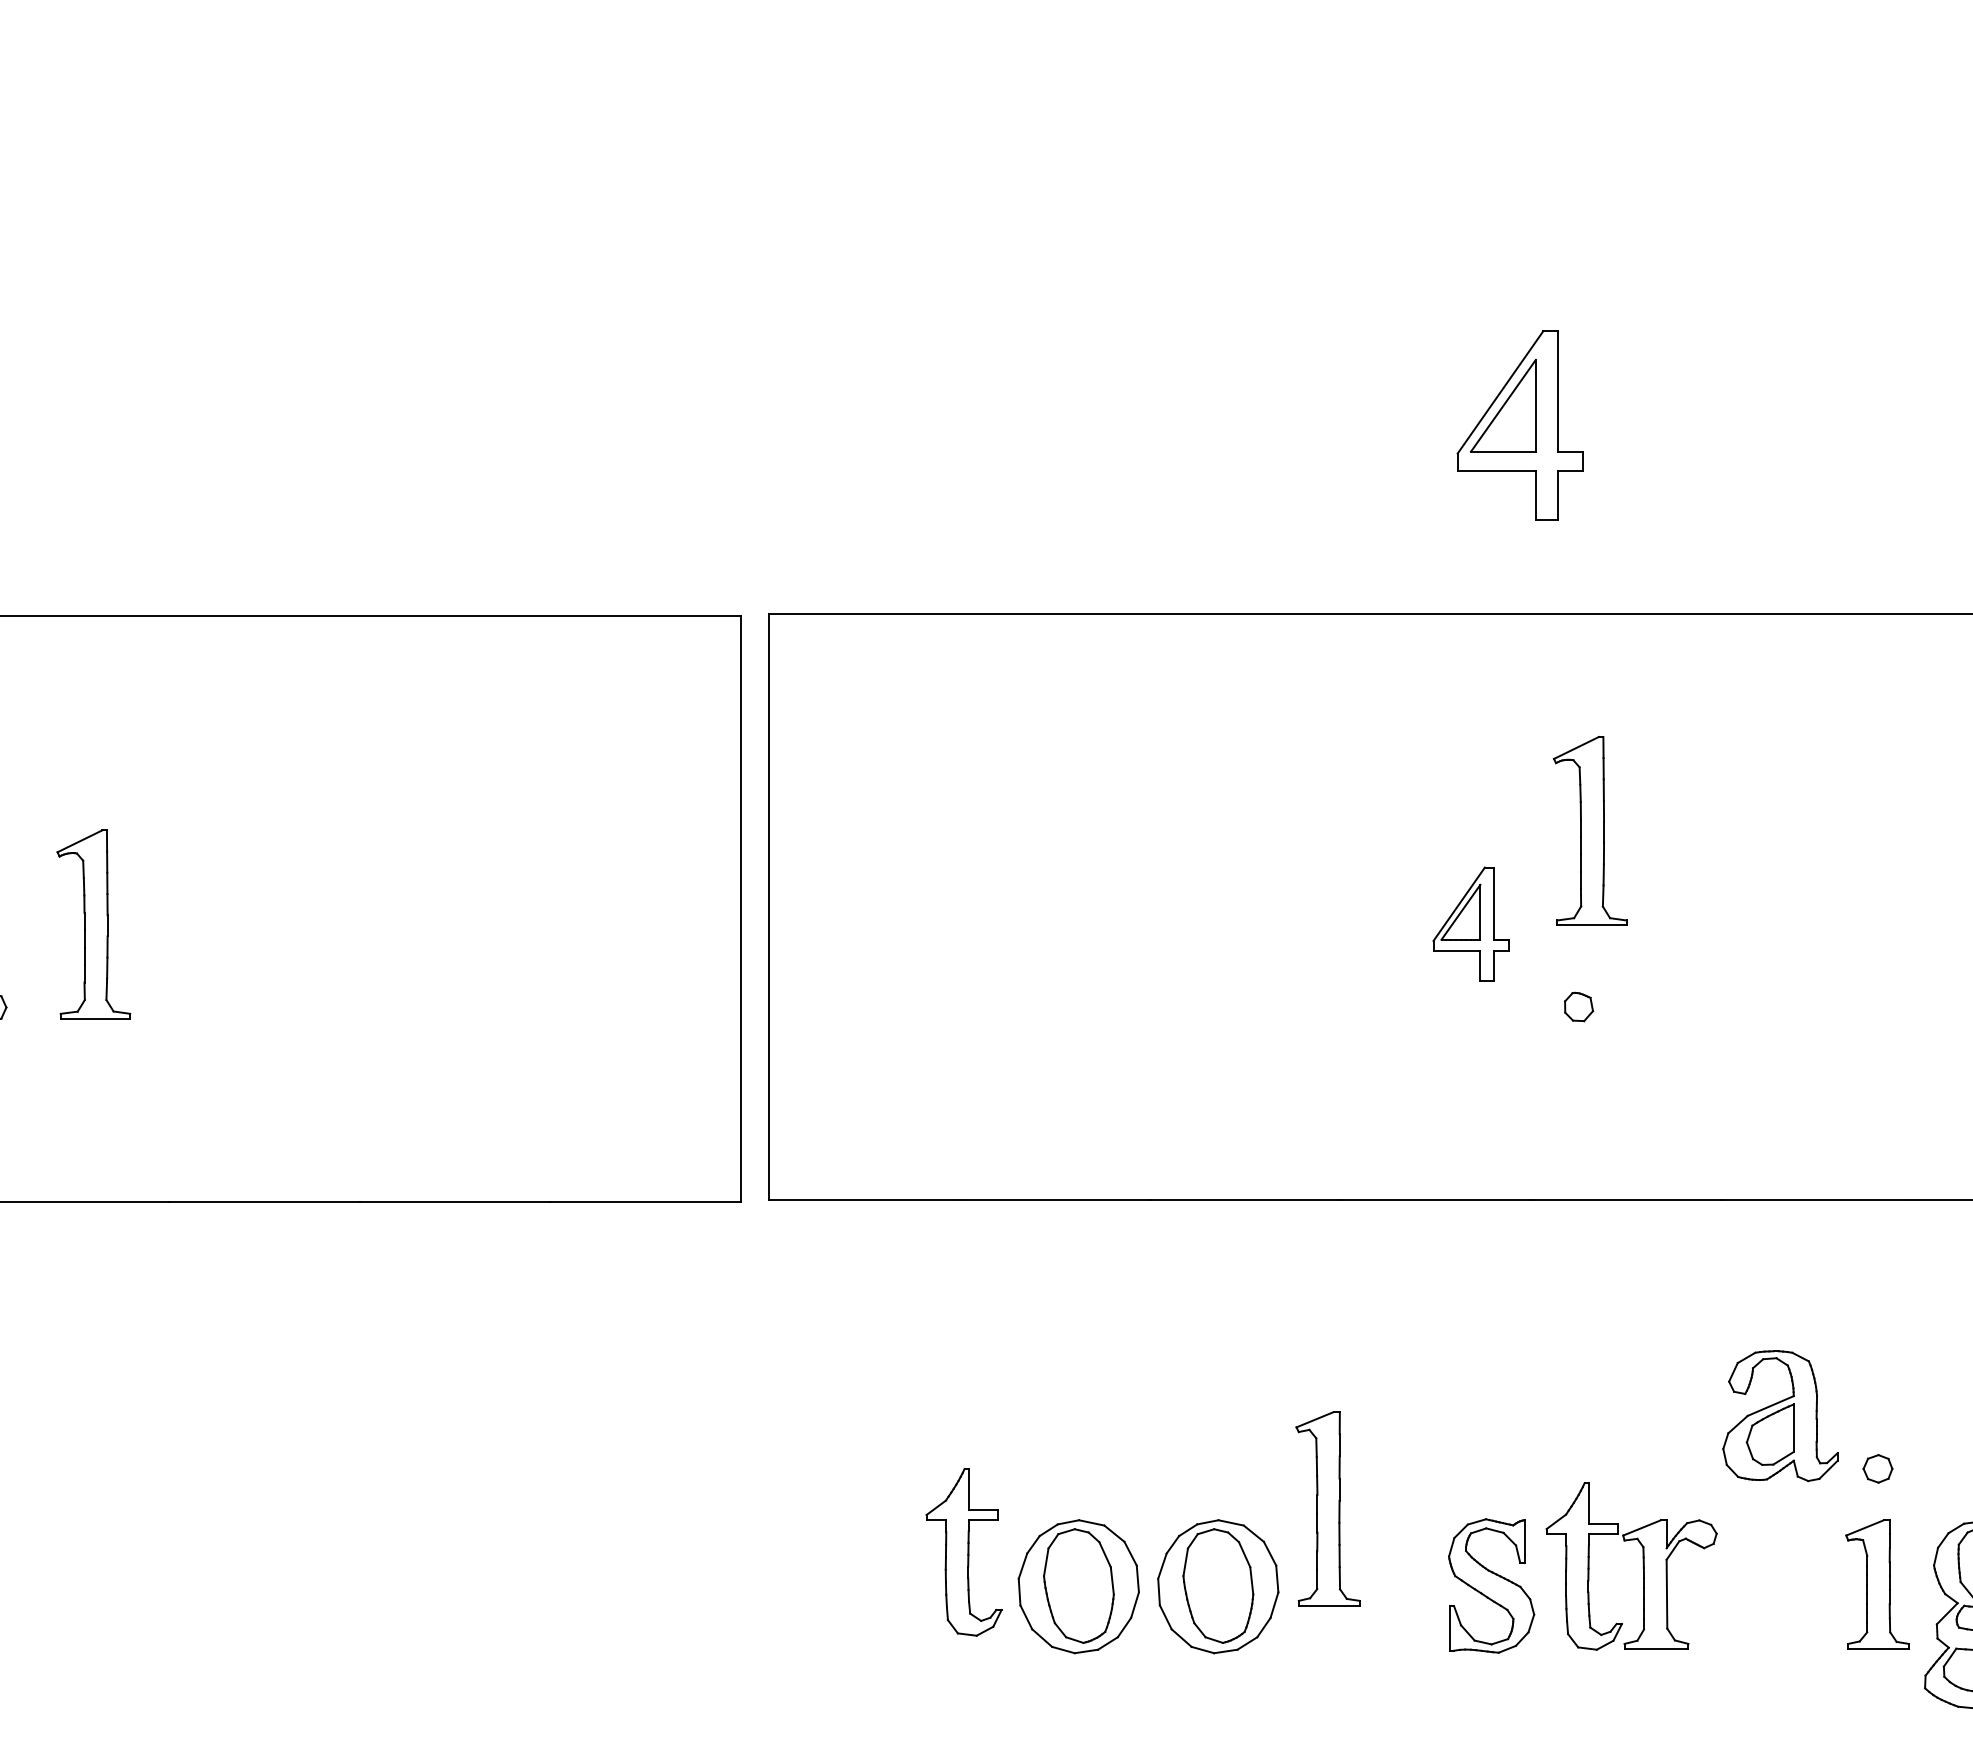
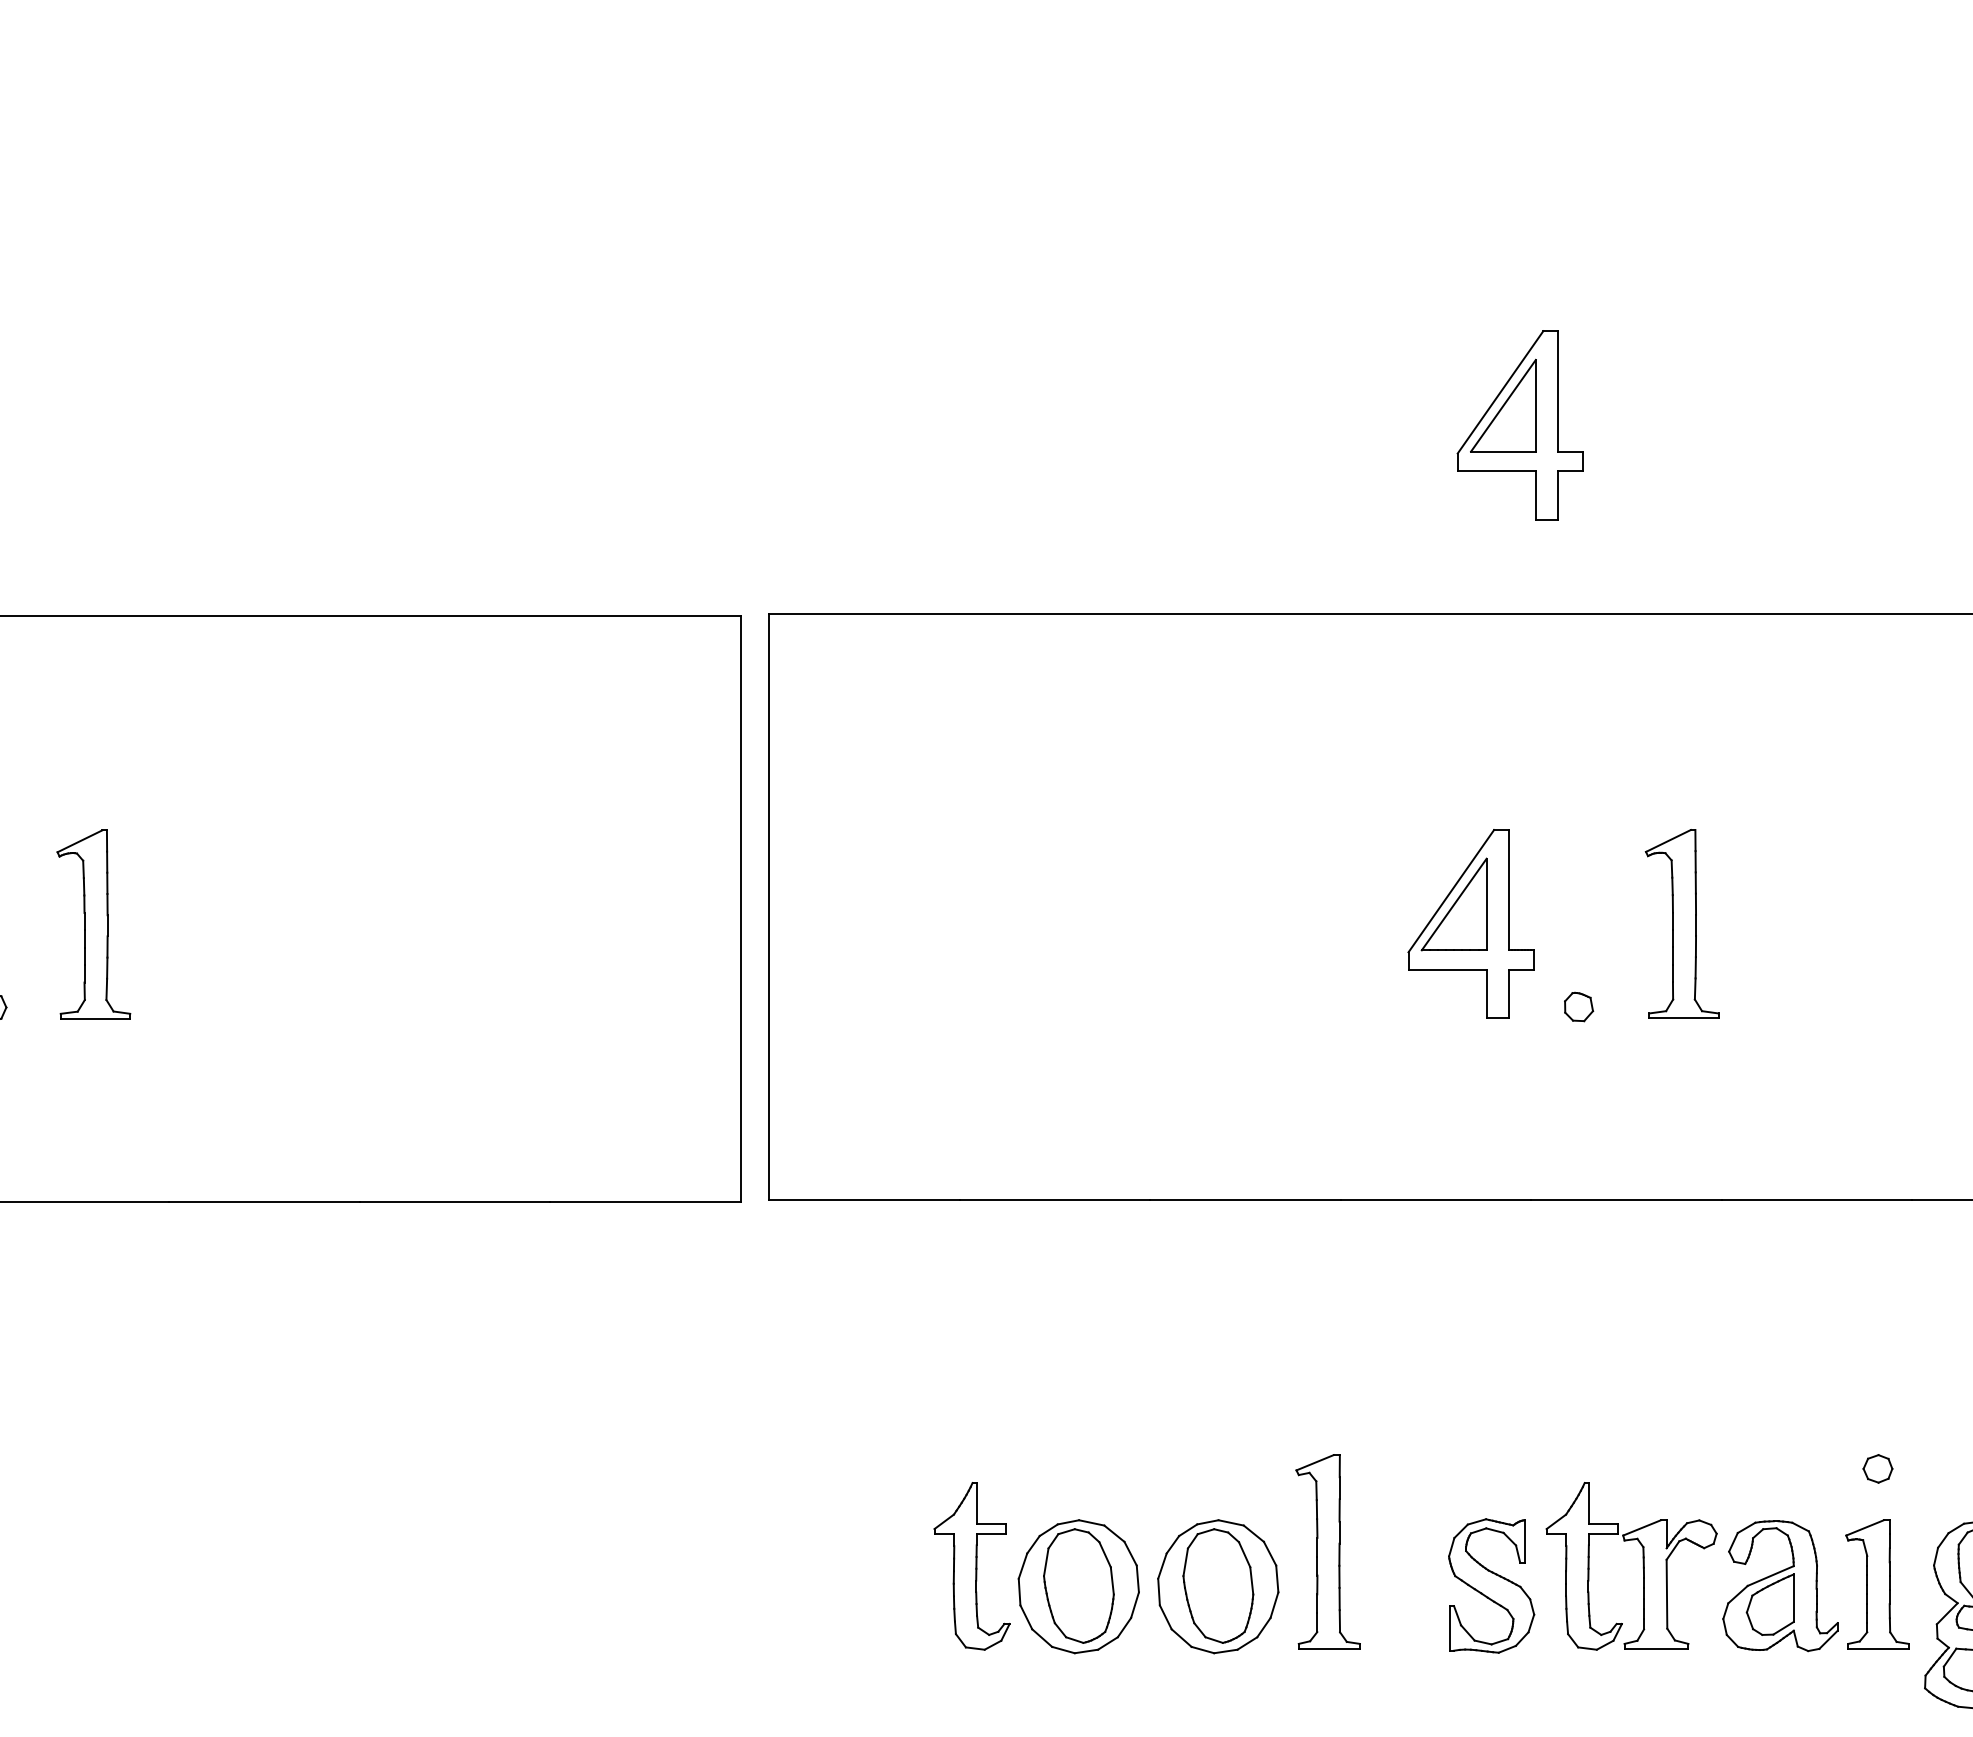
part at (1589, 830) position: (1589, 830) -> (1681, 923)
part at (1470, 923) size: 78x116 px -> 128x190 px
part at (1780, 1416) position: (1780, 1416) -> (1780, 1586)
part at (1327, 1508) position: (1327, 1508) -> (1327, 1551)
part at (963, 1552) position: (963, 1552) -> (971, 1566)
